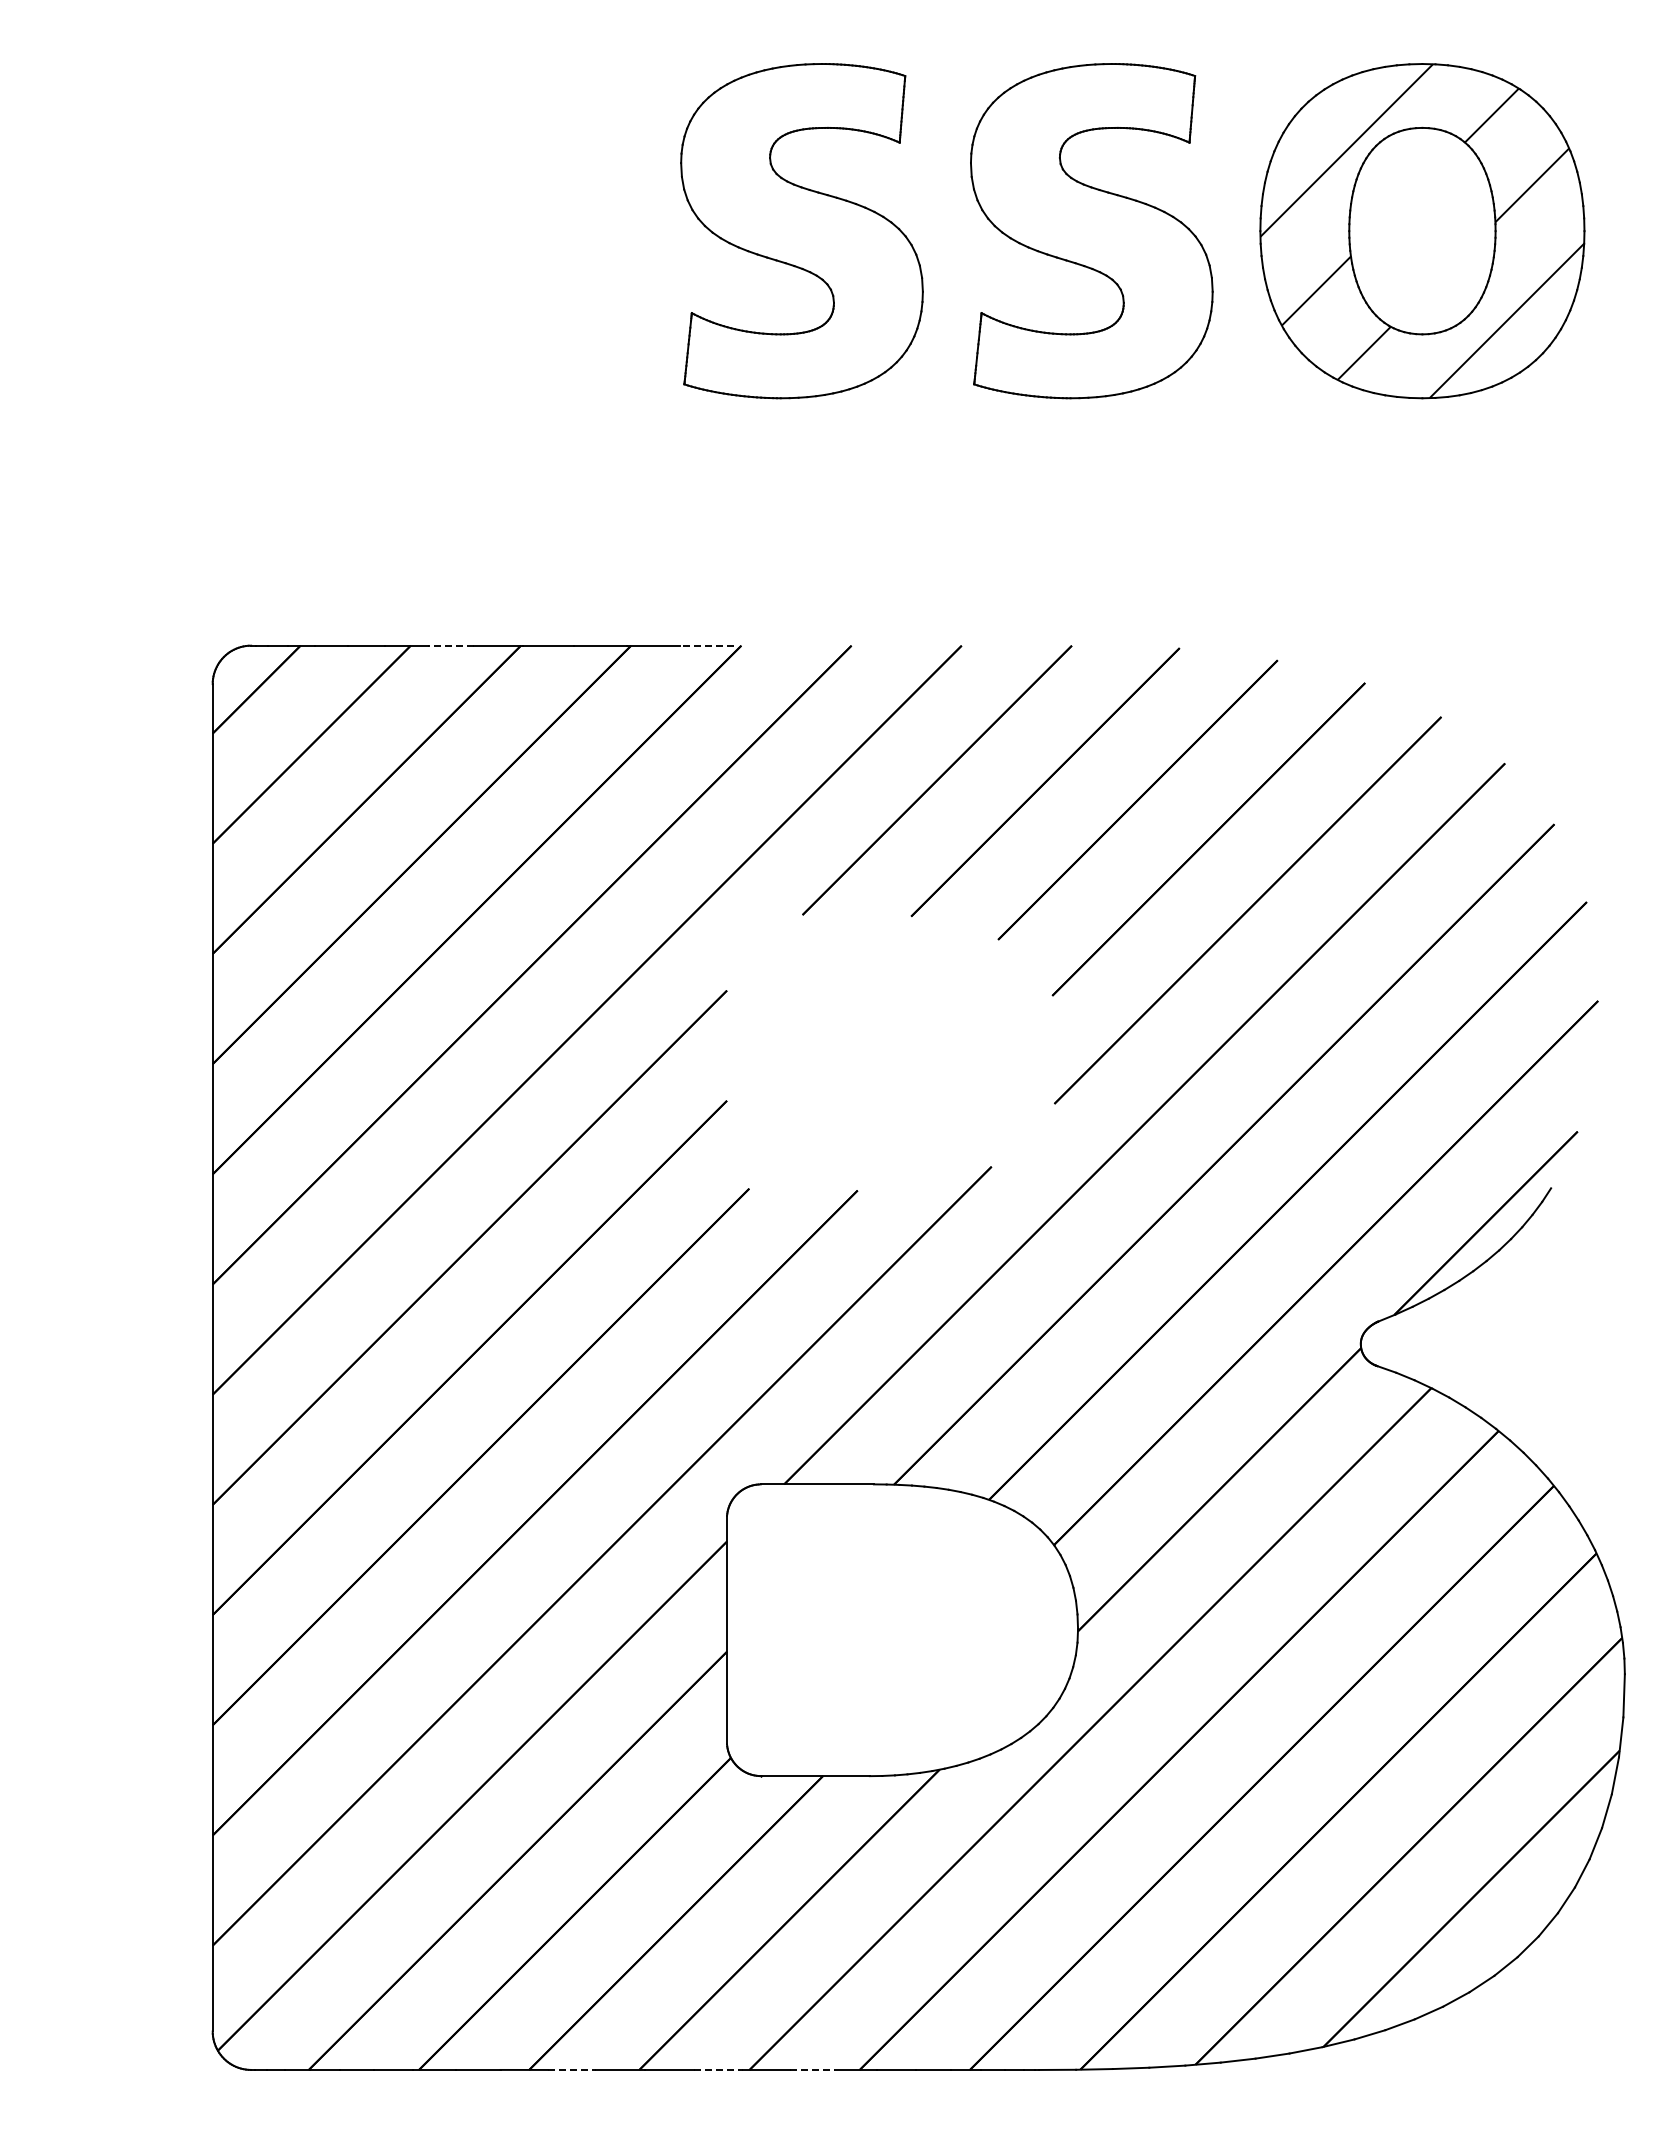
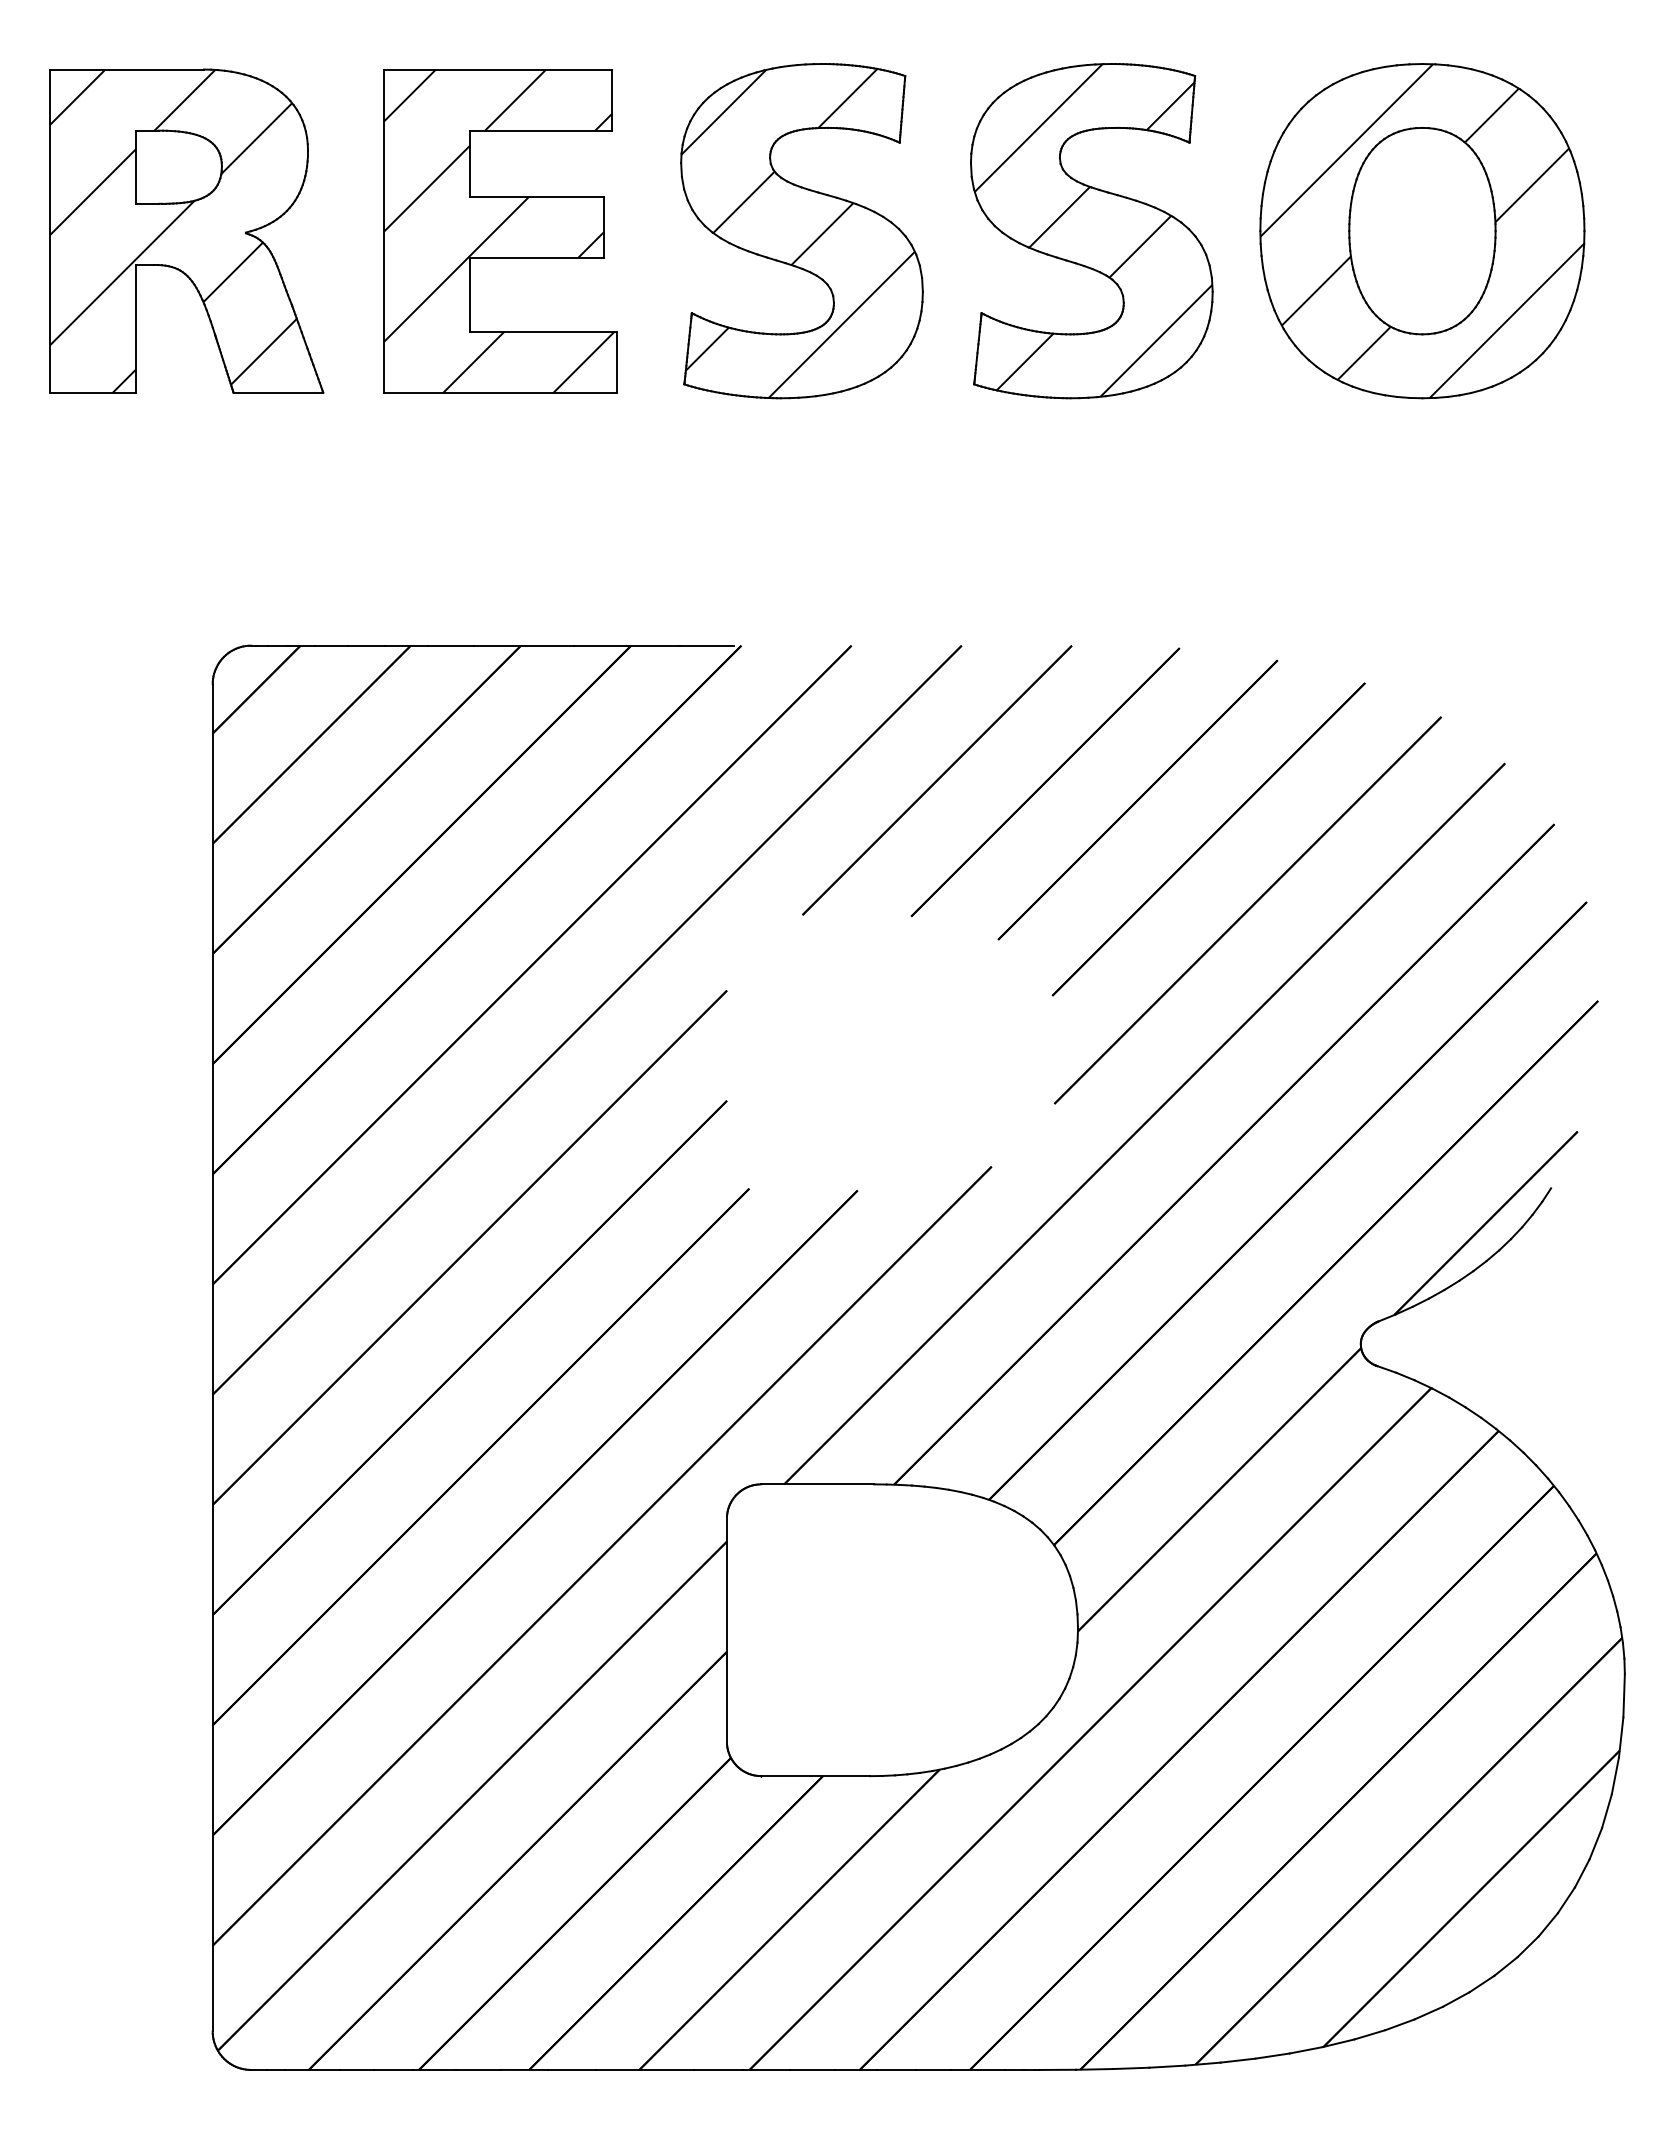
part at (186, 230): none -> present
hatch at (1093, 230): none -> present
part at (500, 231): none -> present
hatch at (797, 233): none -> present
line at (450, 645): dashed -> solid
line at (706, 645): dashed -> solid
line at (572, 2069): dashed -> solid
line at (719, 2069): dashed -> solid
line at (812, 2069): dashed -> solid
